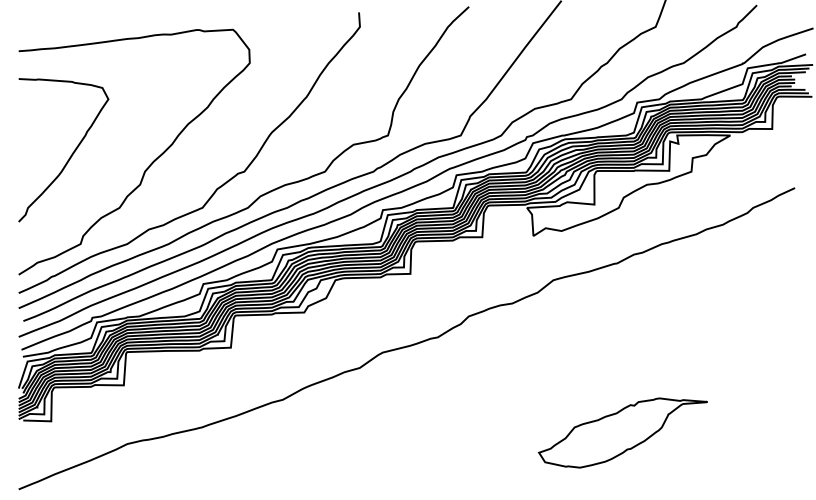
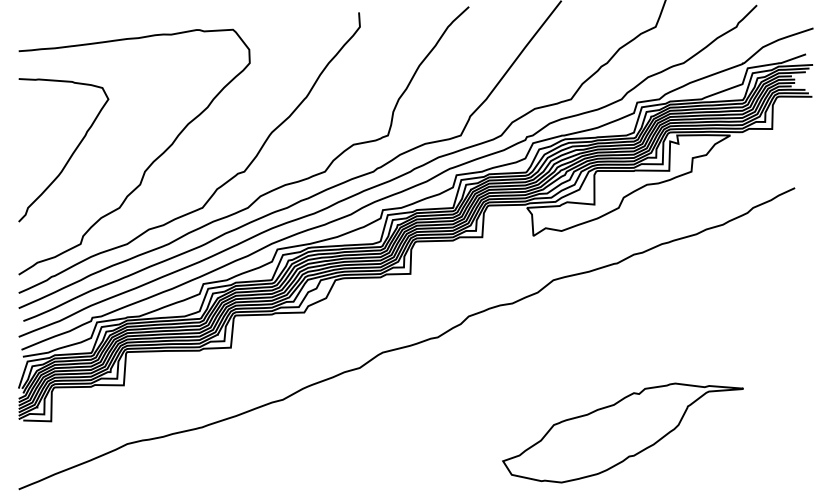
part at (622, 432) size: 170x72 px -> 242x102 px
